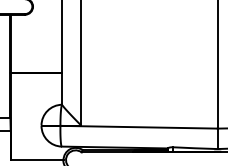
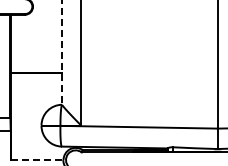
line at (62, 52): solid -> dashed
line at (37, 160): solid -> dashed
